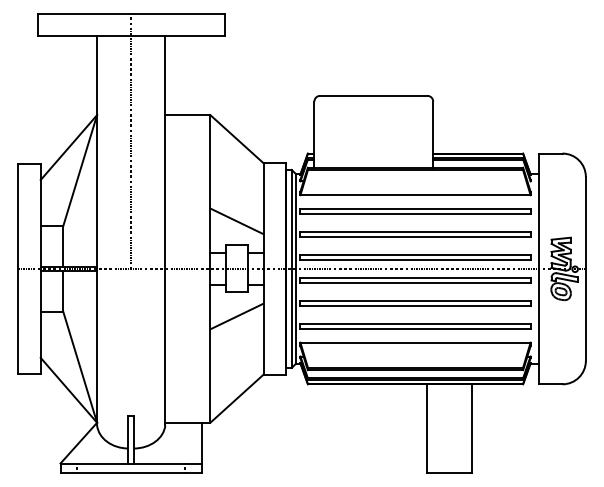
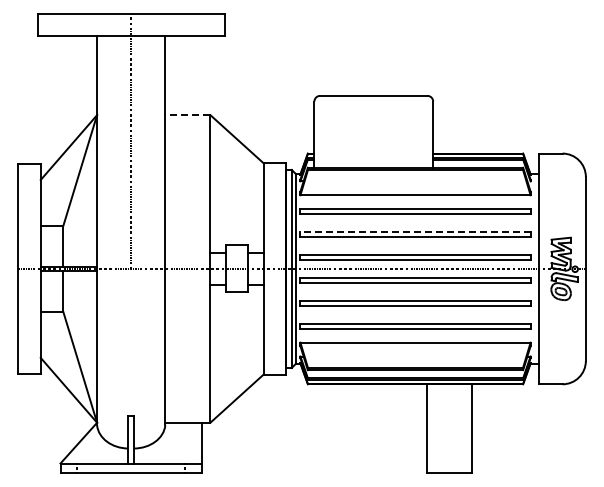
line at (187, 115): solid -> dashed
line at (236, 221): present -> none
line at (415, 232): solid -> dashed
line at (236, 316): present -> none
